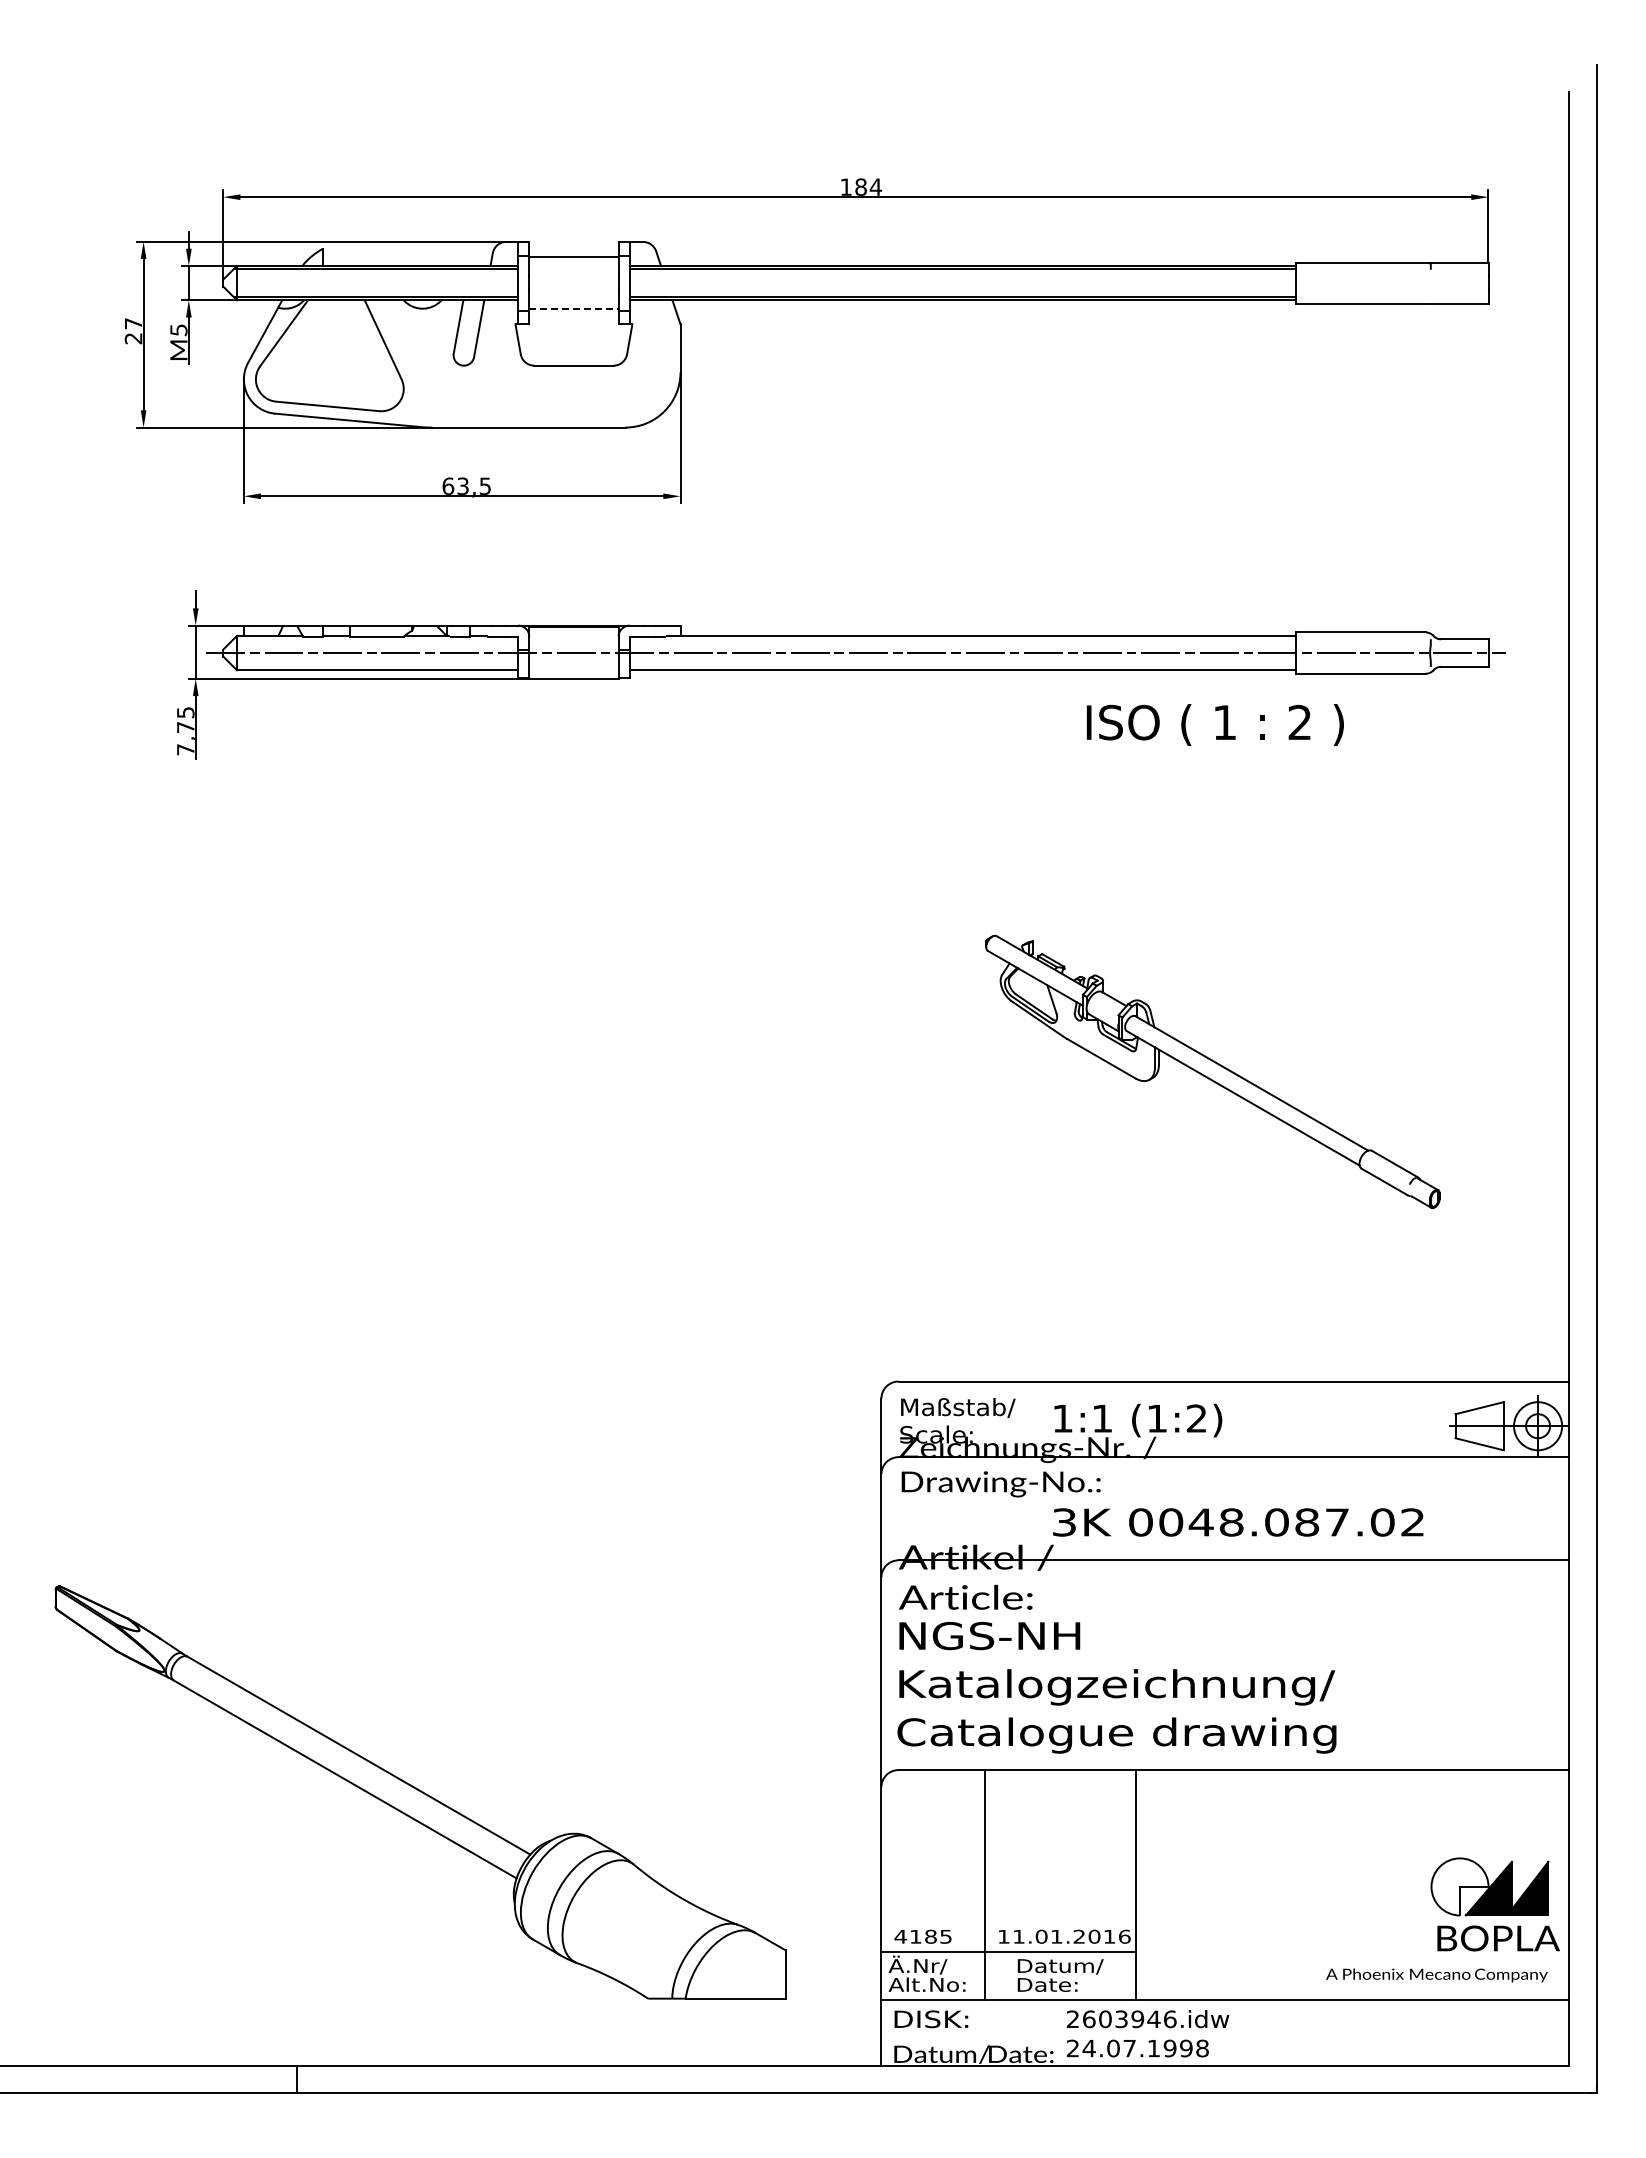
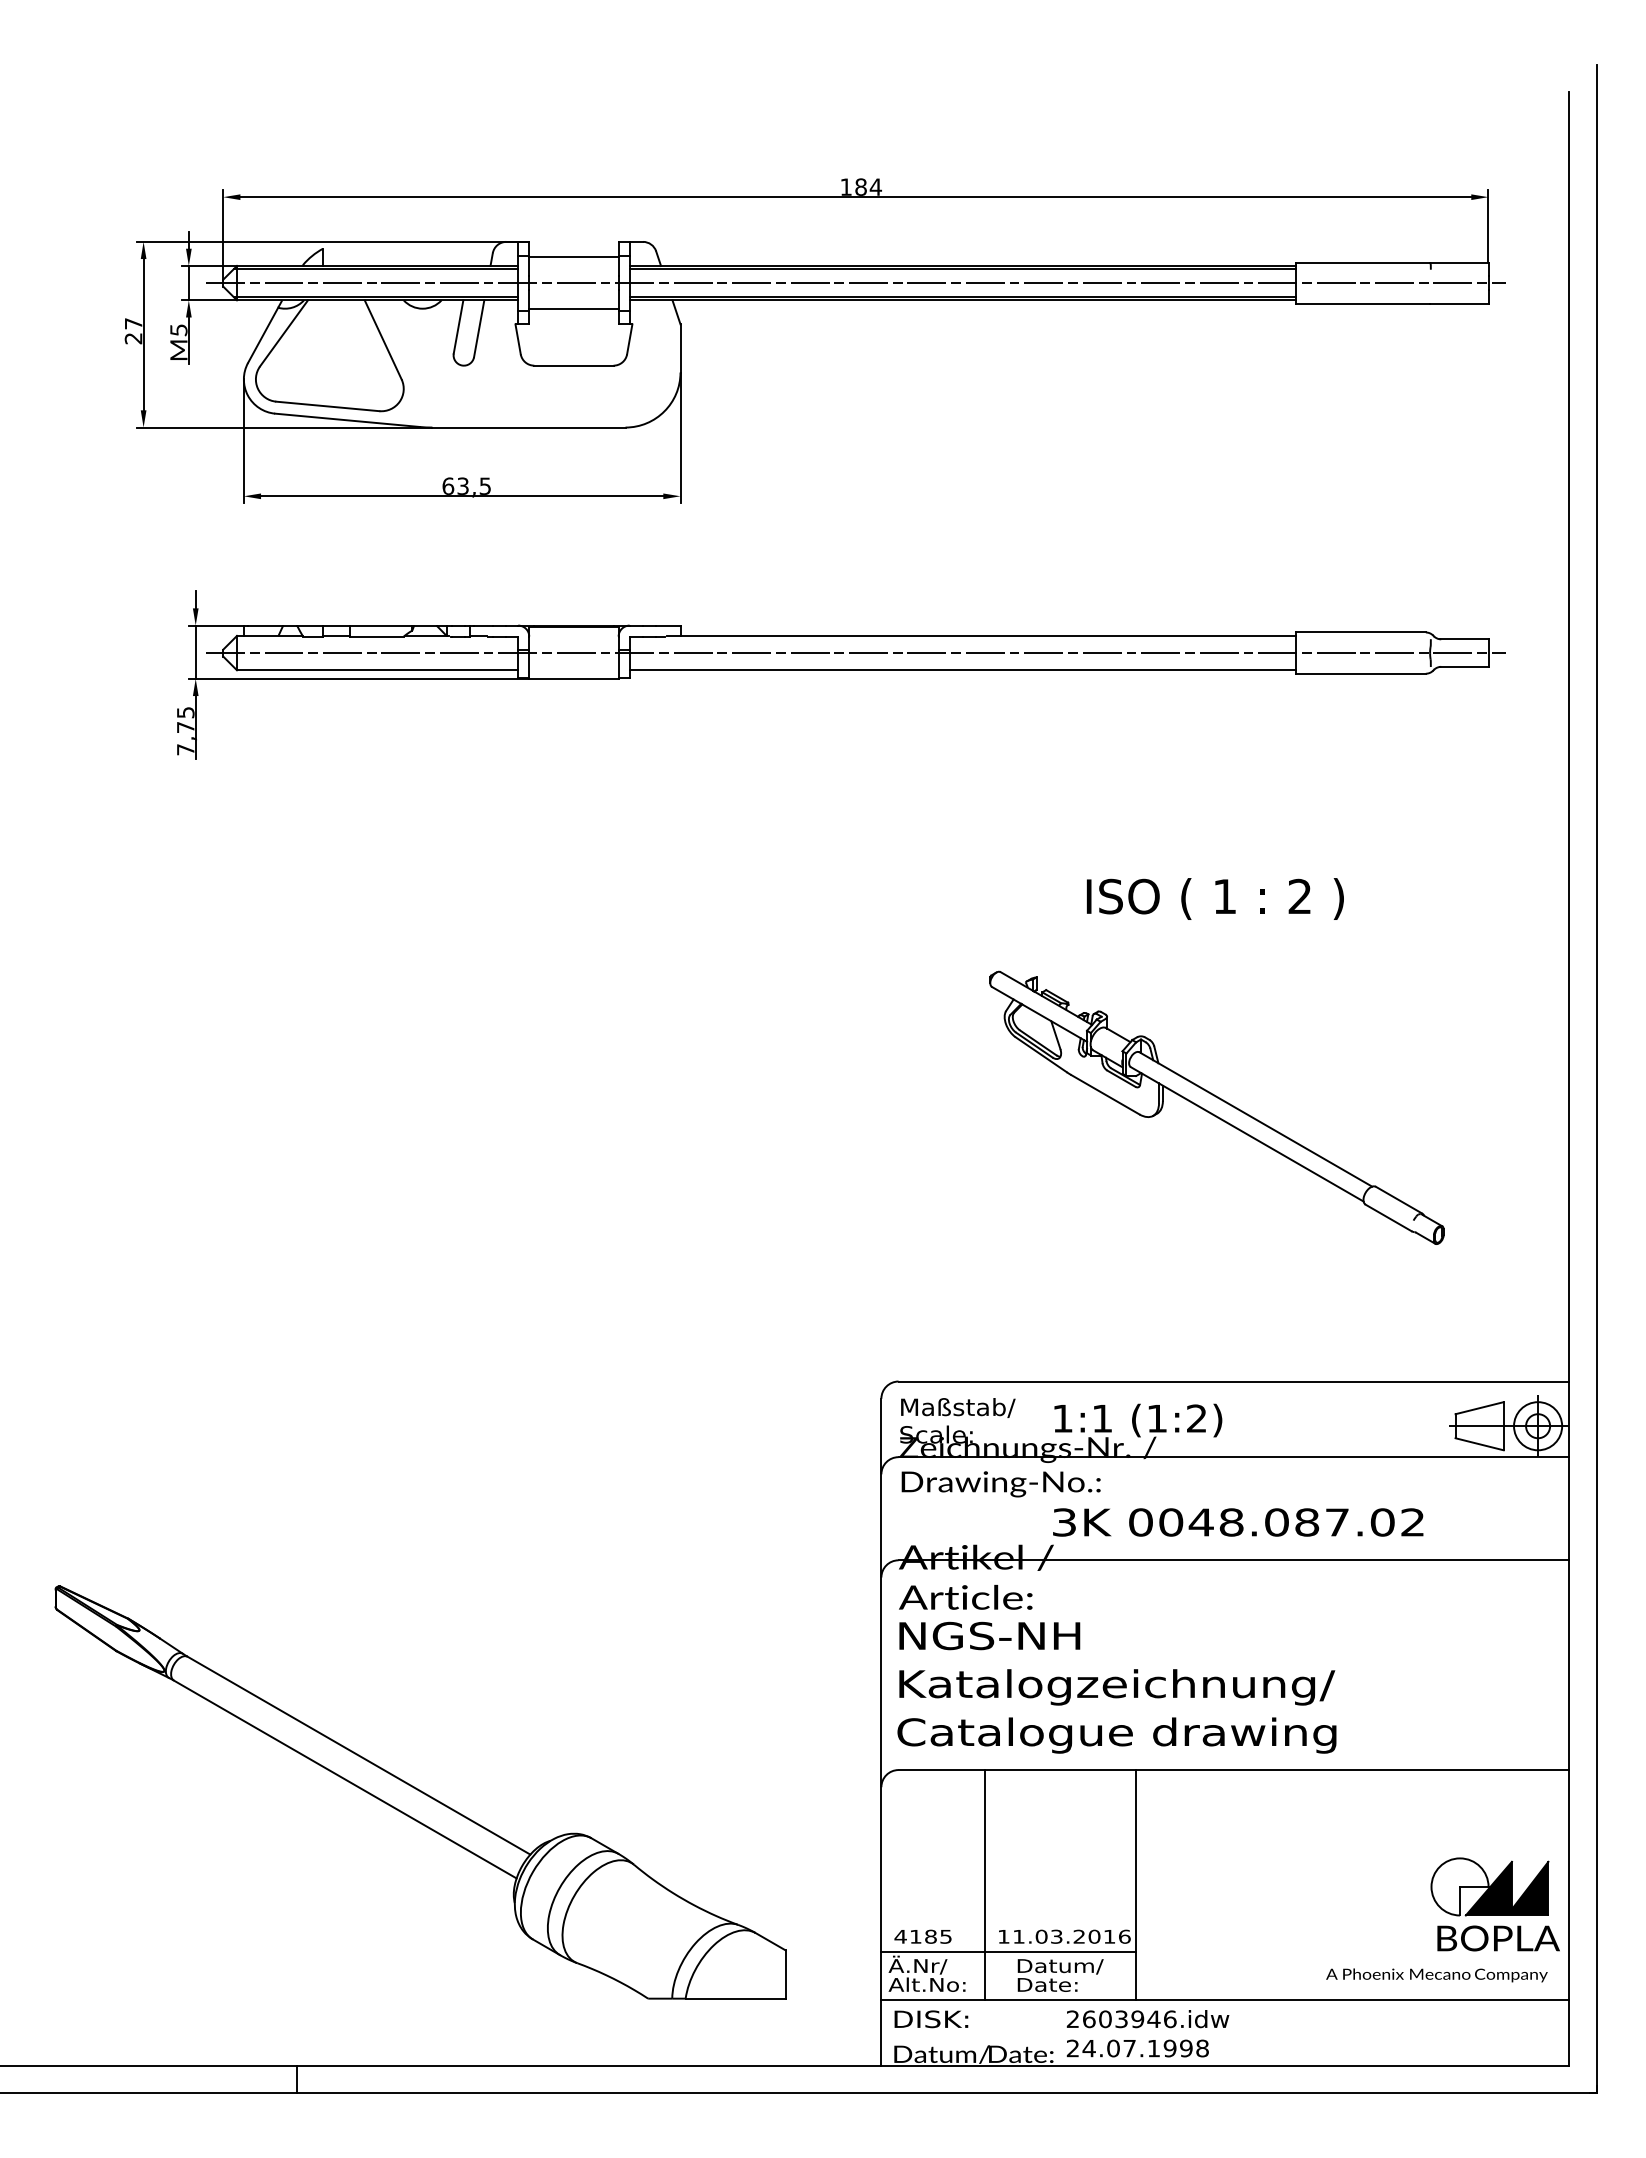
line at (855, 283): none -> present
line at (573, 308): dashed -> solid
text at (1215, 724) position: (1215, 724) -> (1215, 898)
part at (1212, 1071) position: (1212, 1071) -> (1216, 1107)
text at (1056, 1936): 11.01.2016 -> 11.03.2016
